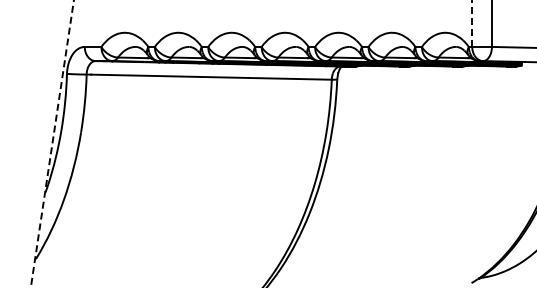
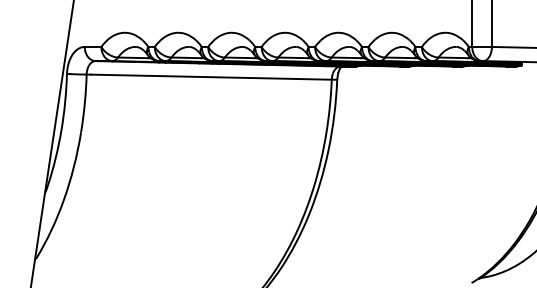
line at (472, 23): dashed -> solid
line at (52, 144): dashed -> solid
